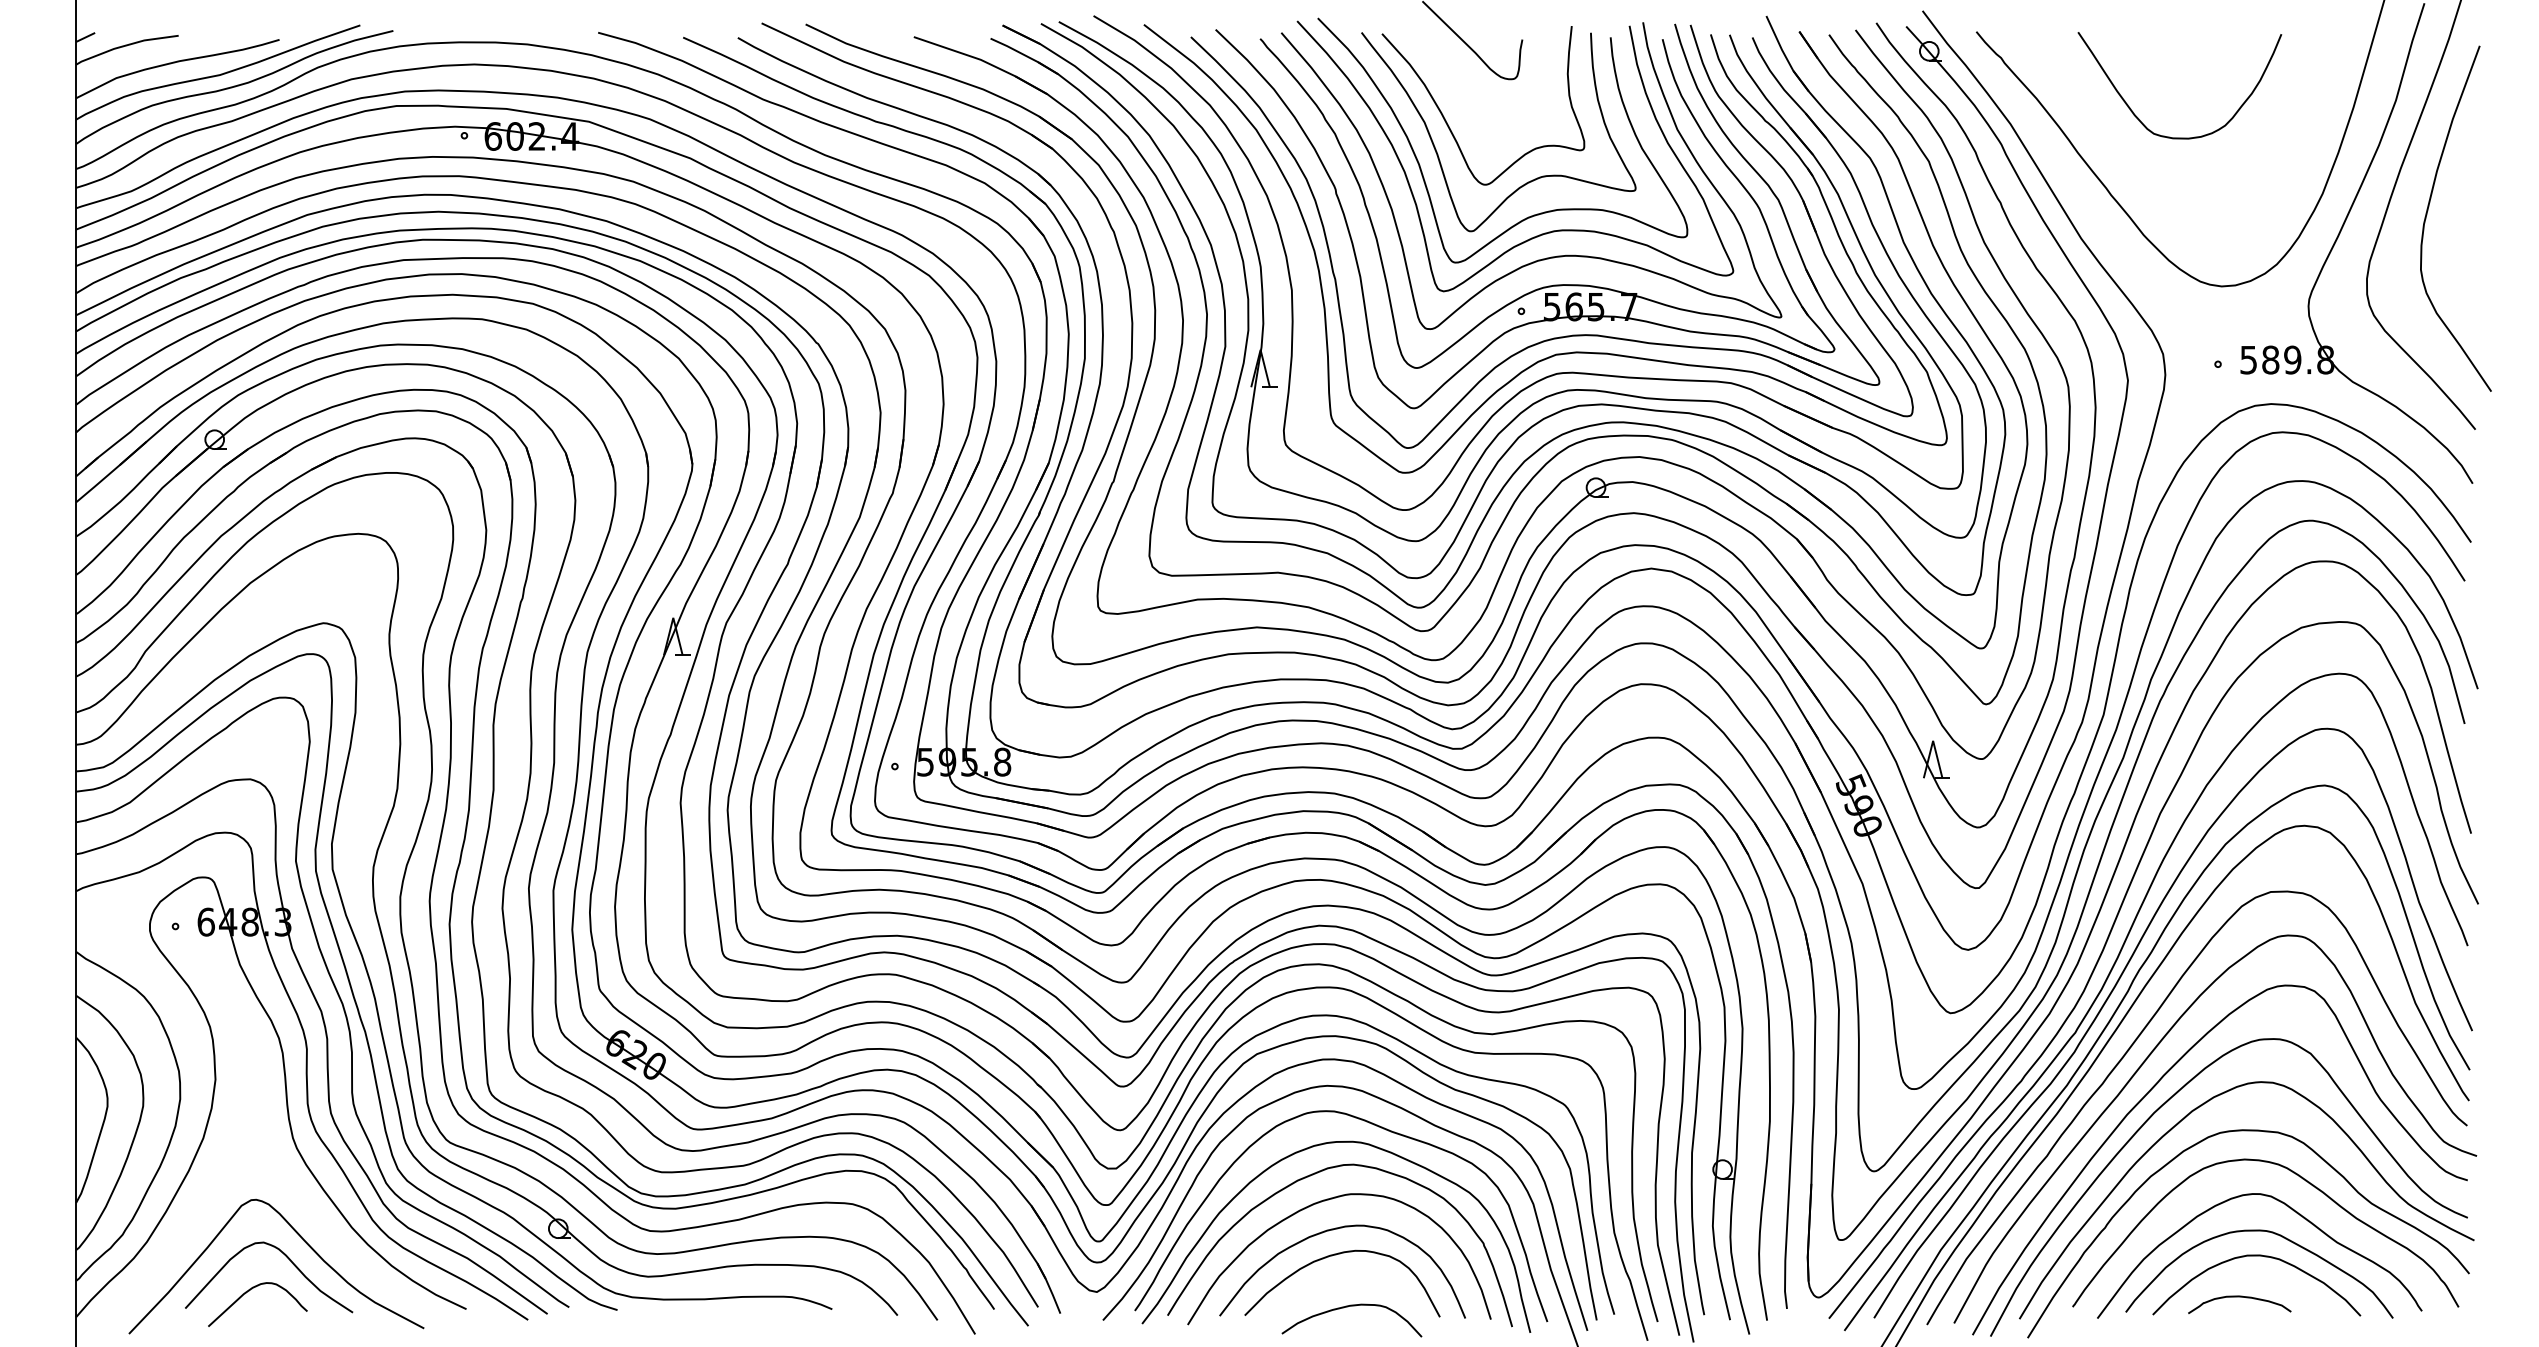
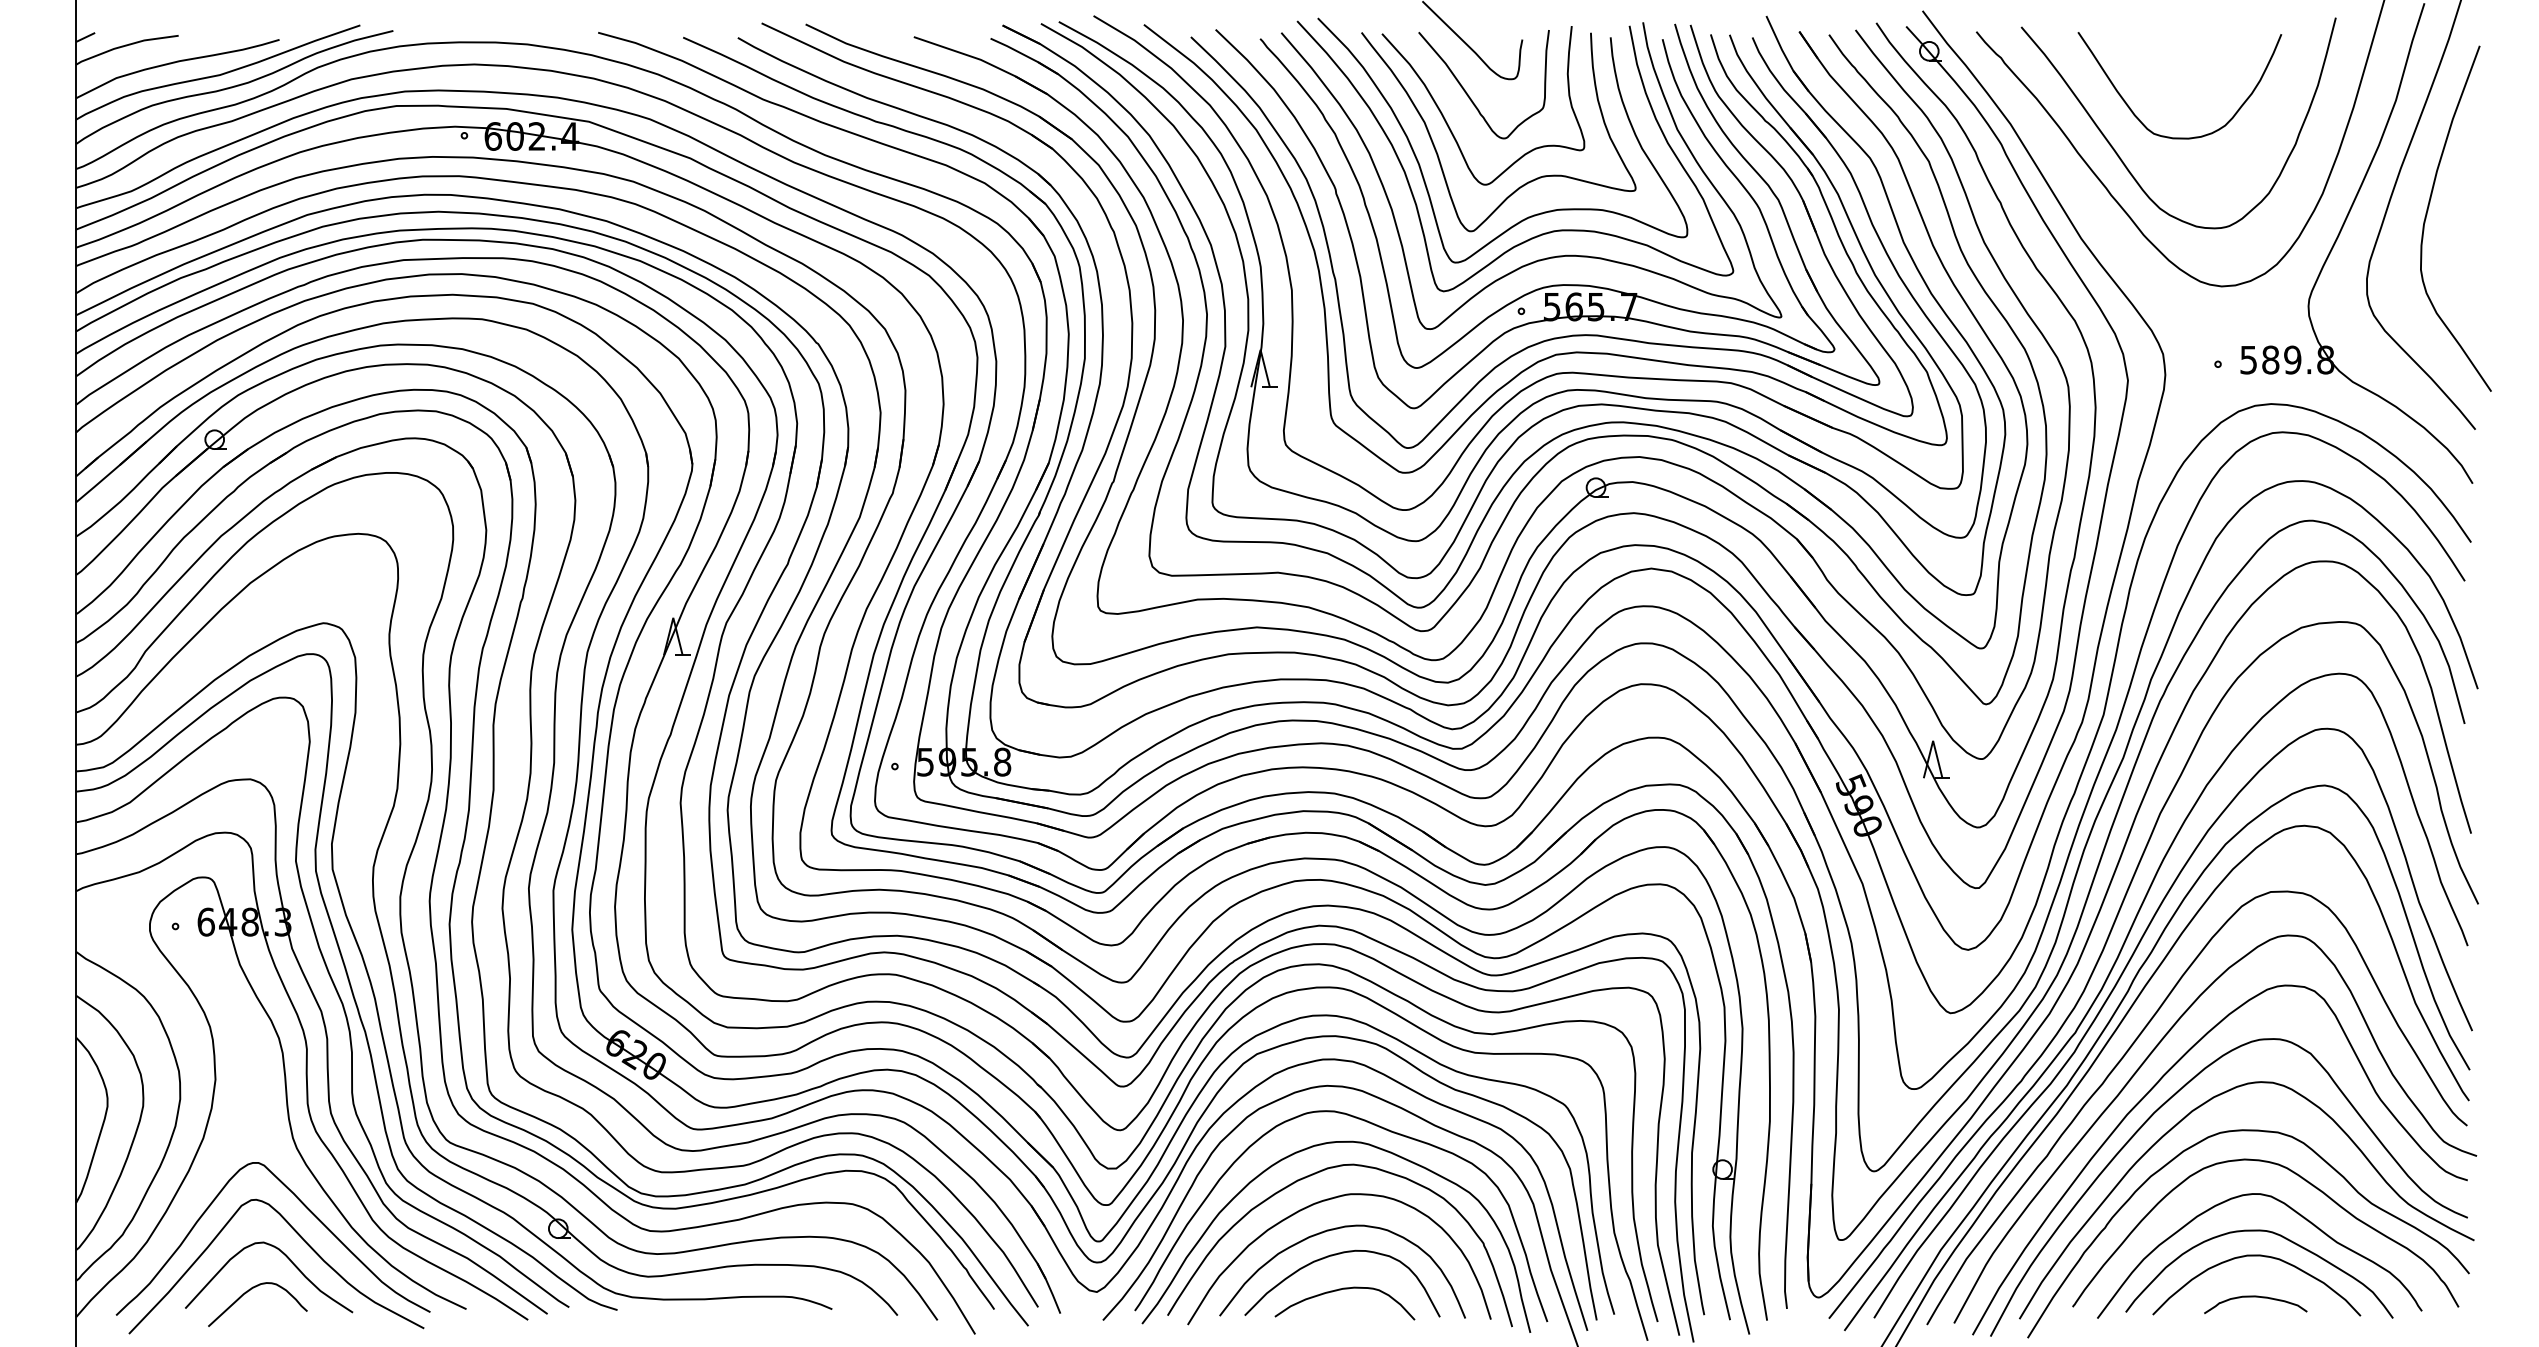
curve at (1469, 95): none -> present
curve at (2126, 165): none -> present
curve at (304, 1206): none -> present
curve at (2239, 1297) position: (2239, 1297) -> (2255, 1297)
curve at (1348, 1307) position: (1348, 1307) -> (1341, 1290)
